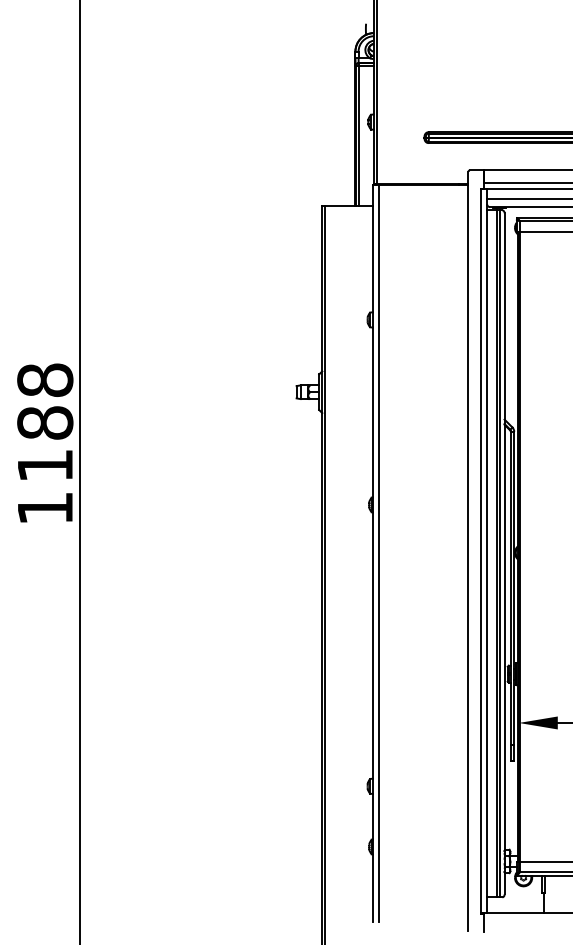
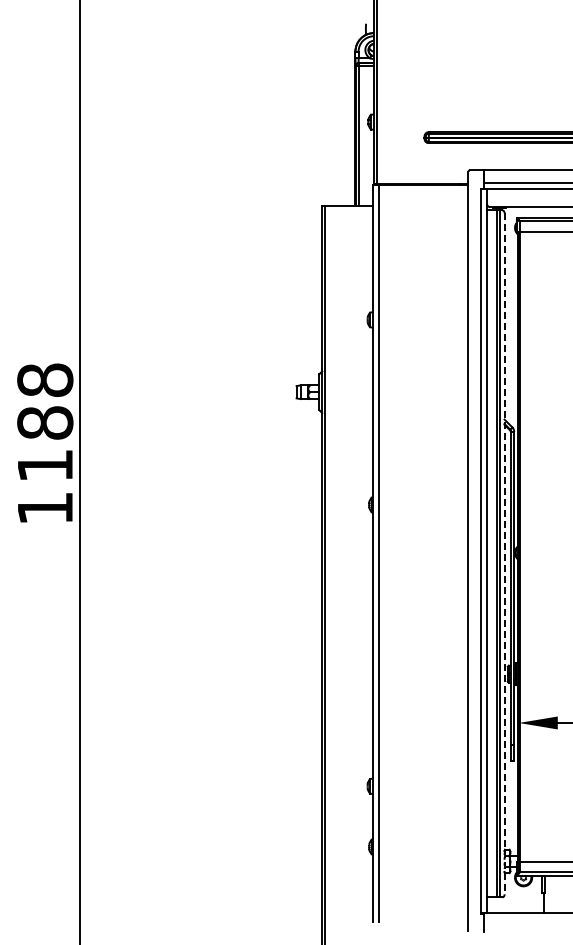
line at (528, 199): present -> none
line at (504, 554): solid -> dashed
